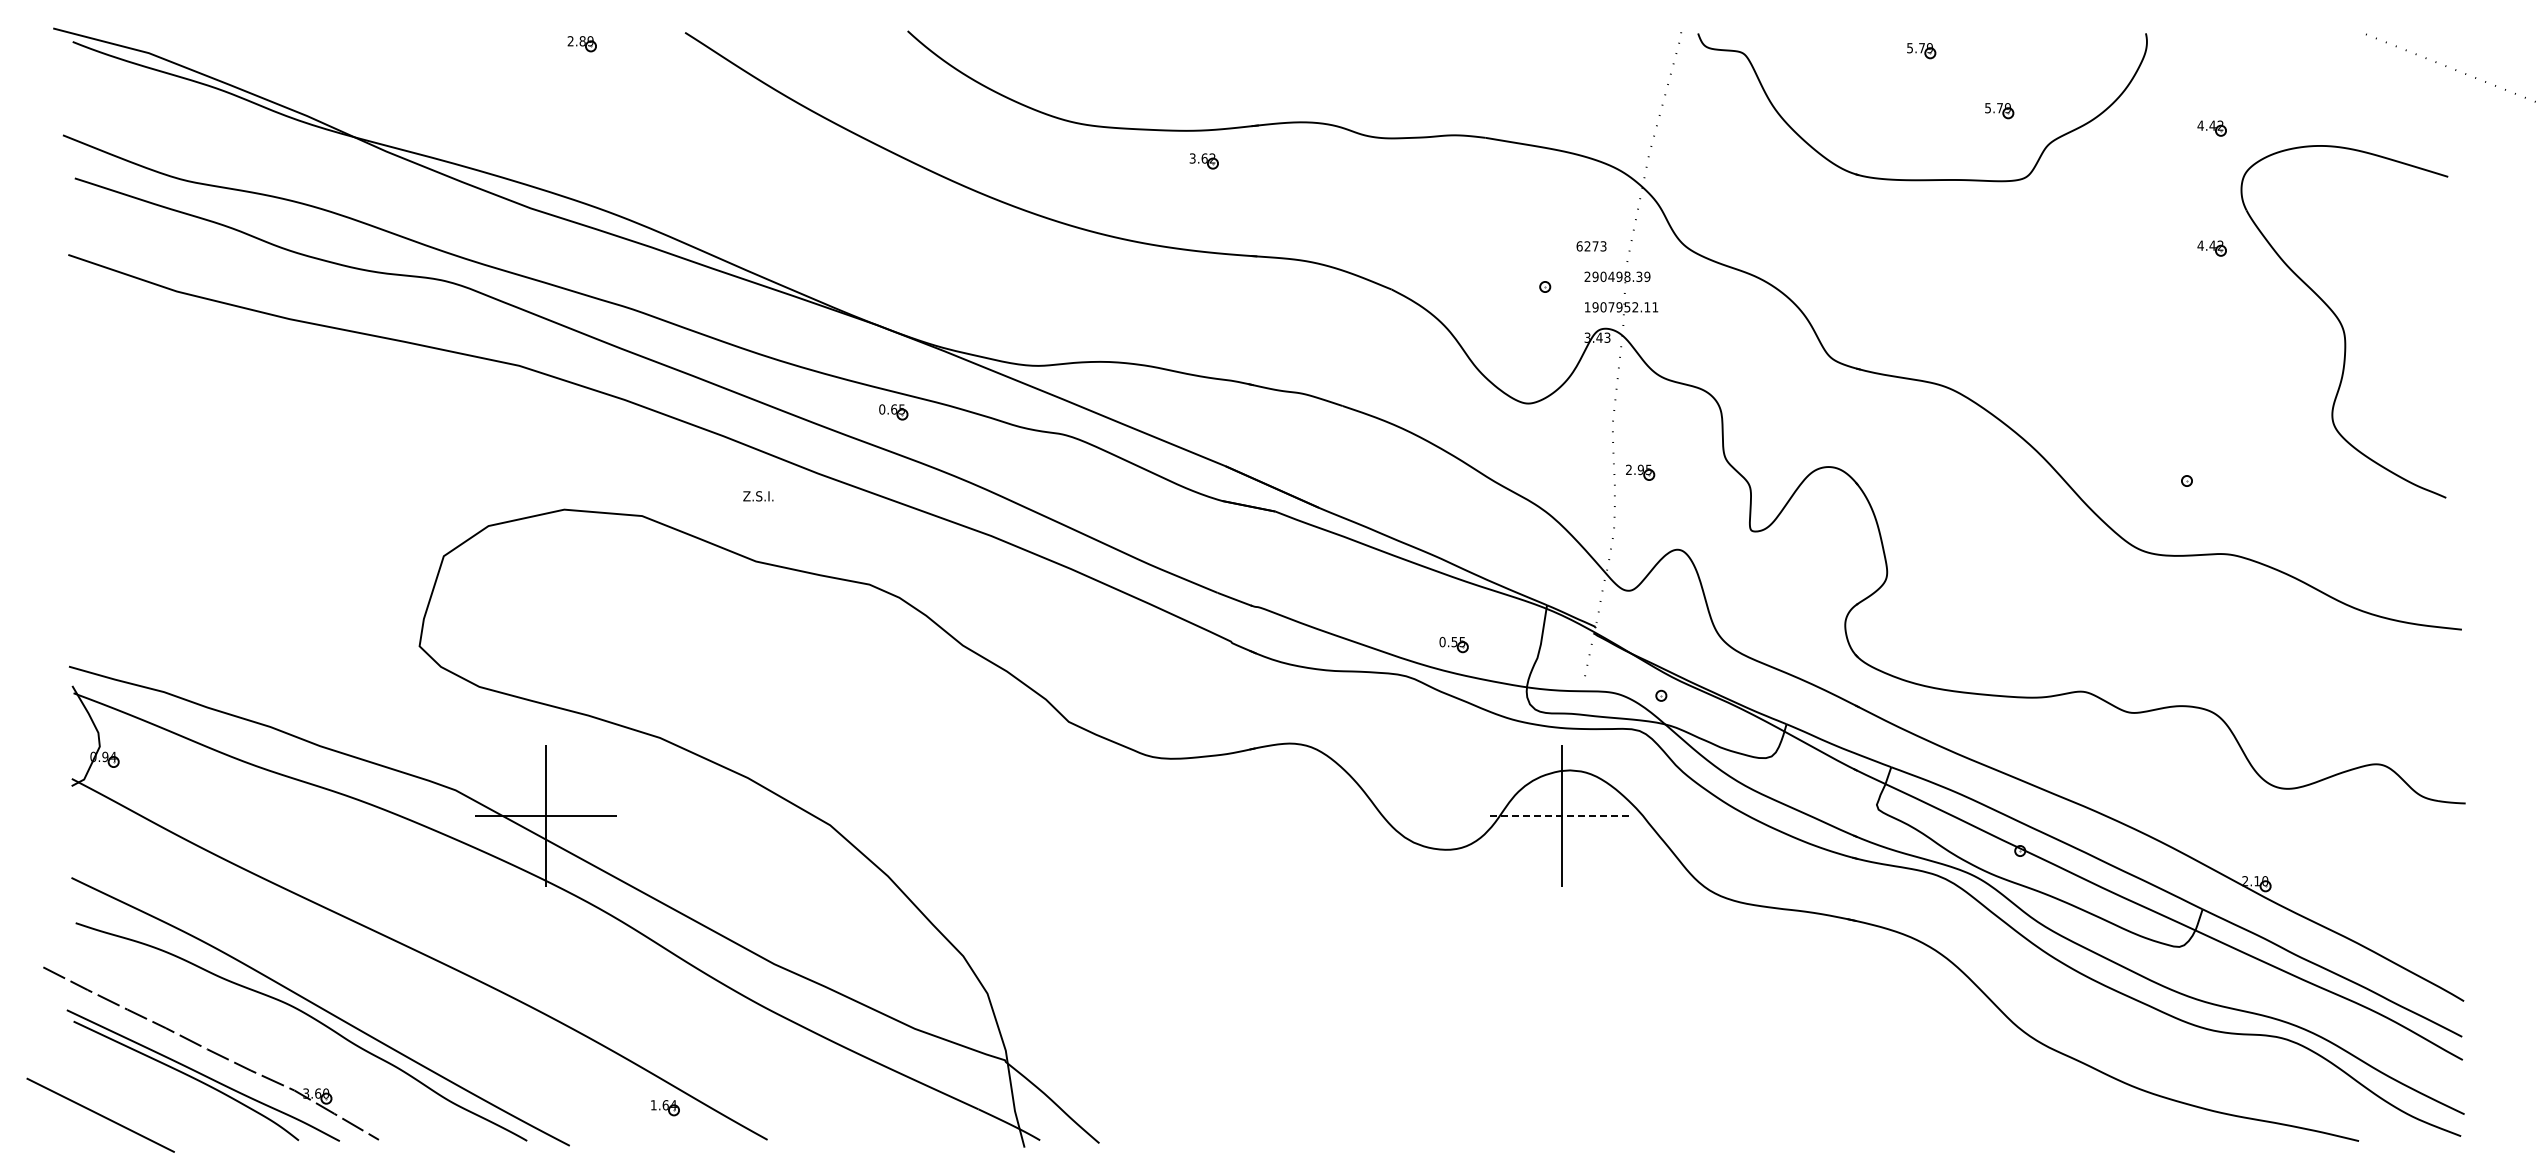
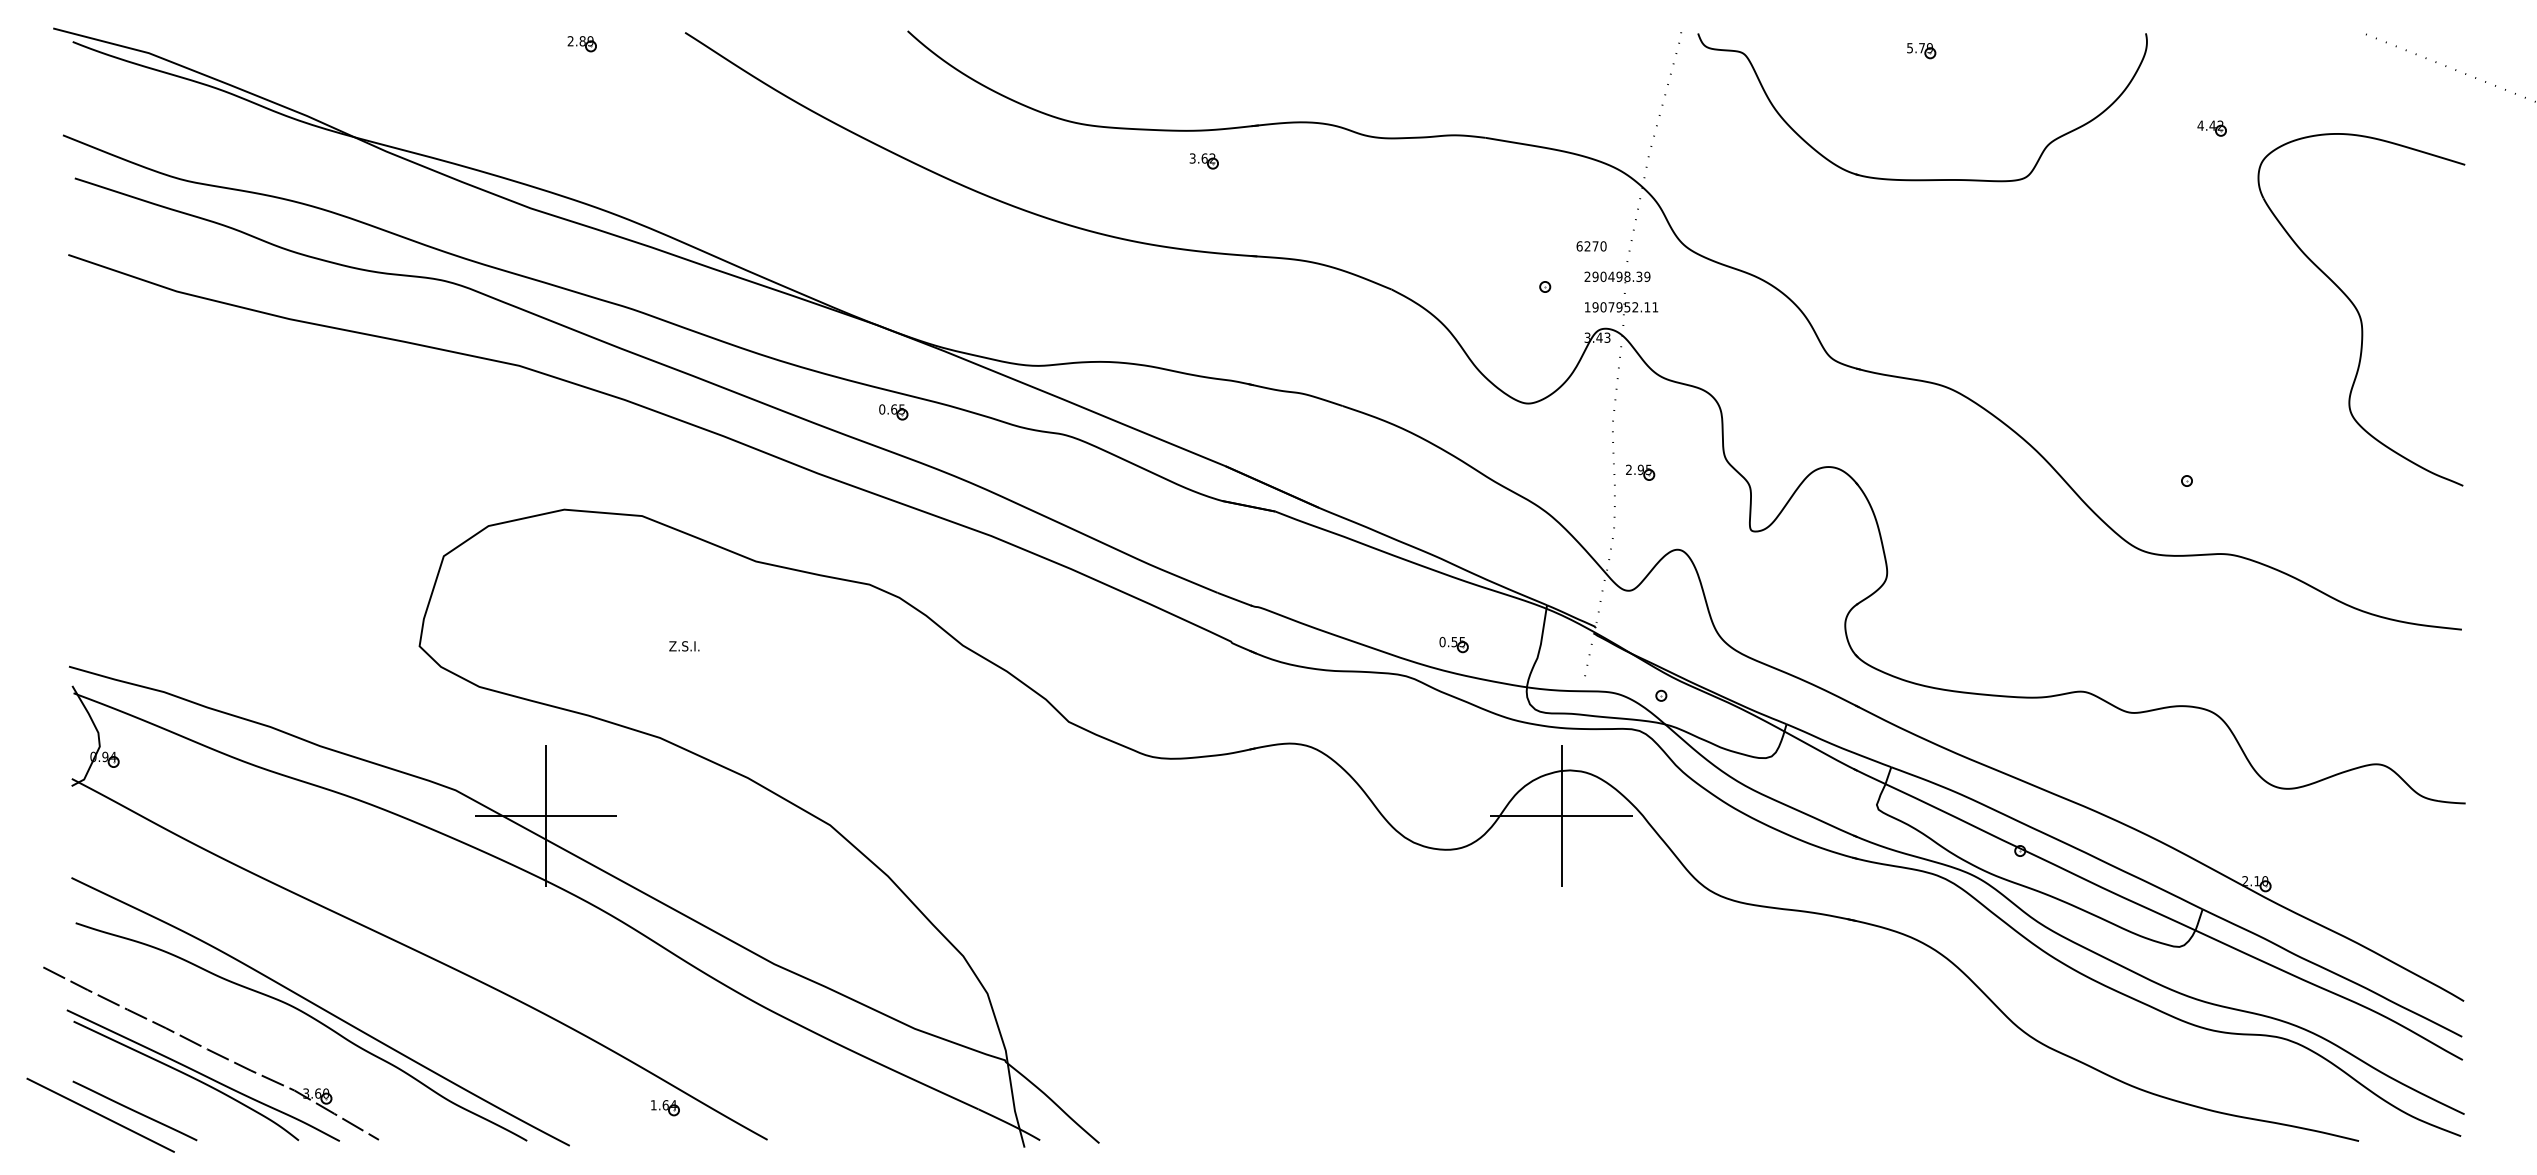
part at (1999, 111): present -> none
text at (1603, 246): 6273 -> 6270
part at (2211, 248): present -> none
part at (2344, 321) position: (2344, 321) -> (2361, 309)
text at (758, 496) position: (758, 496) -> (684, 646)
line at (1561, 816): dashed -> solid
line at (134, 1110): none -> present
